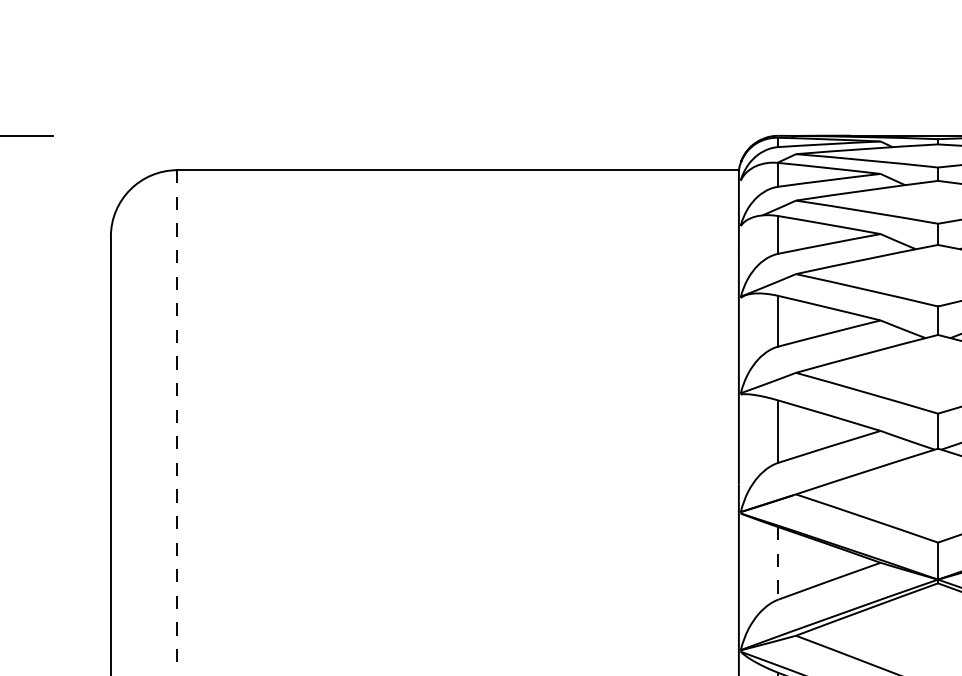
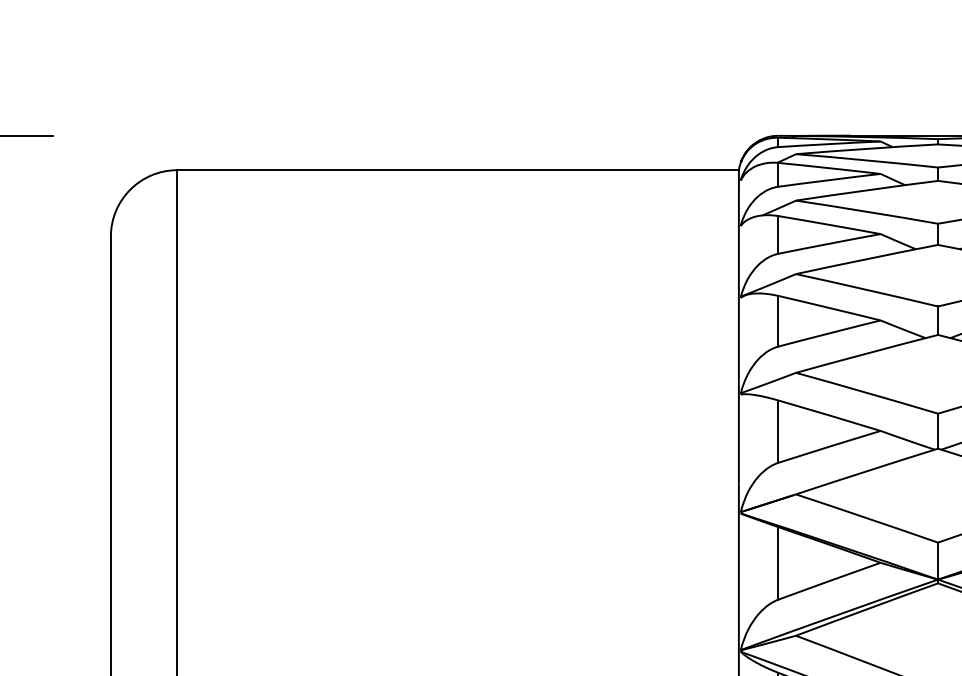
line at (177, 423): dashed -> solid
line at (778, 563): dashed -> solid
